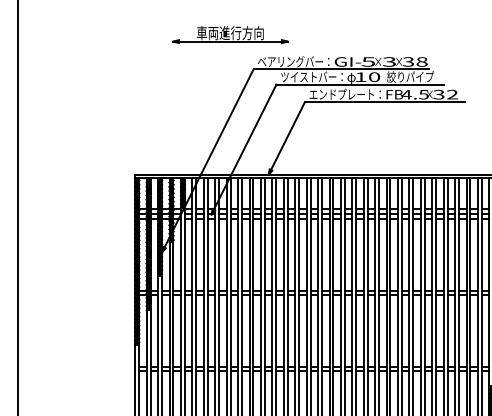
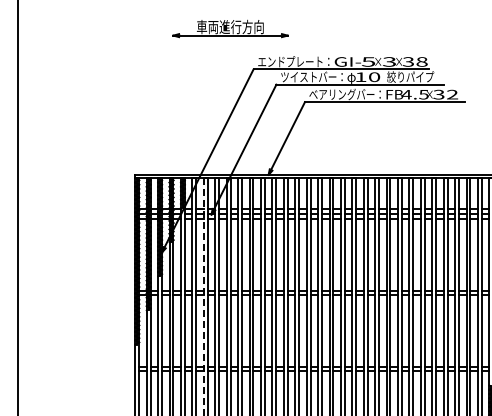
part at (230, 34) position: (230, 34) -> (230, 28)
text at (290, 61): ベアリングバー： -> エンドプレート：
text at (341, 94): エンドプレート： -> ベアリングバー：
line at (203, 297): solid -> dashed
